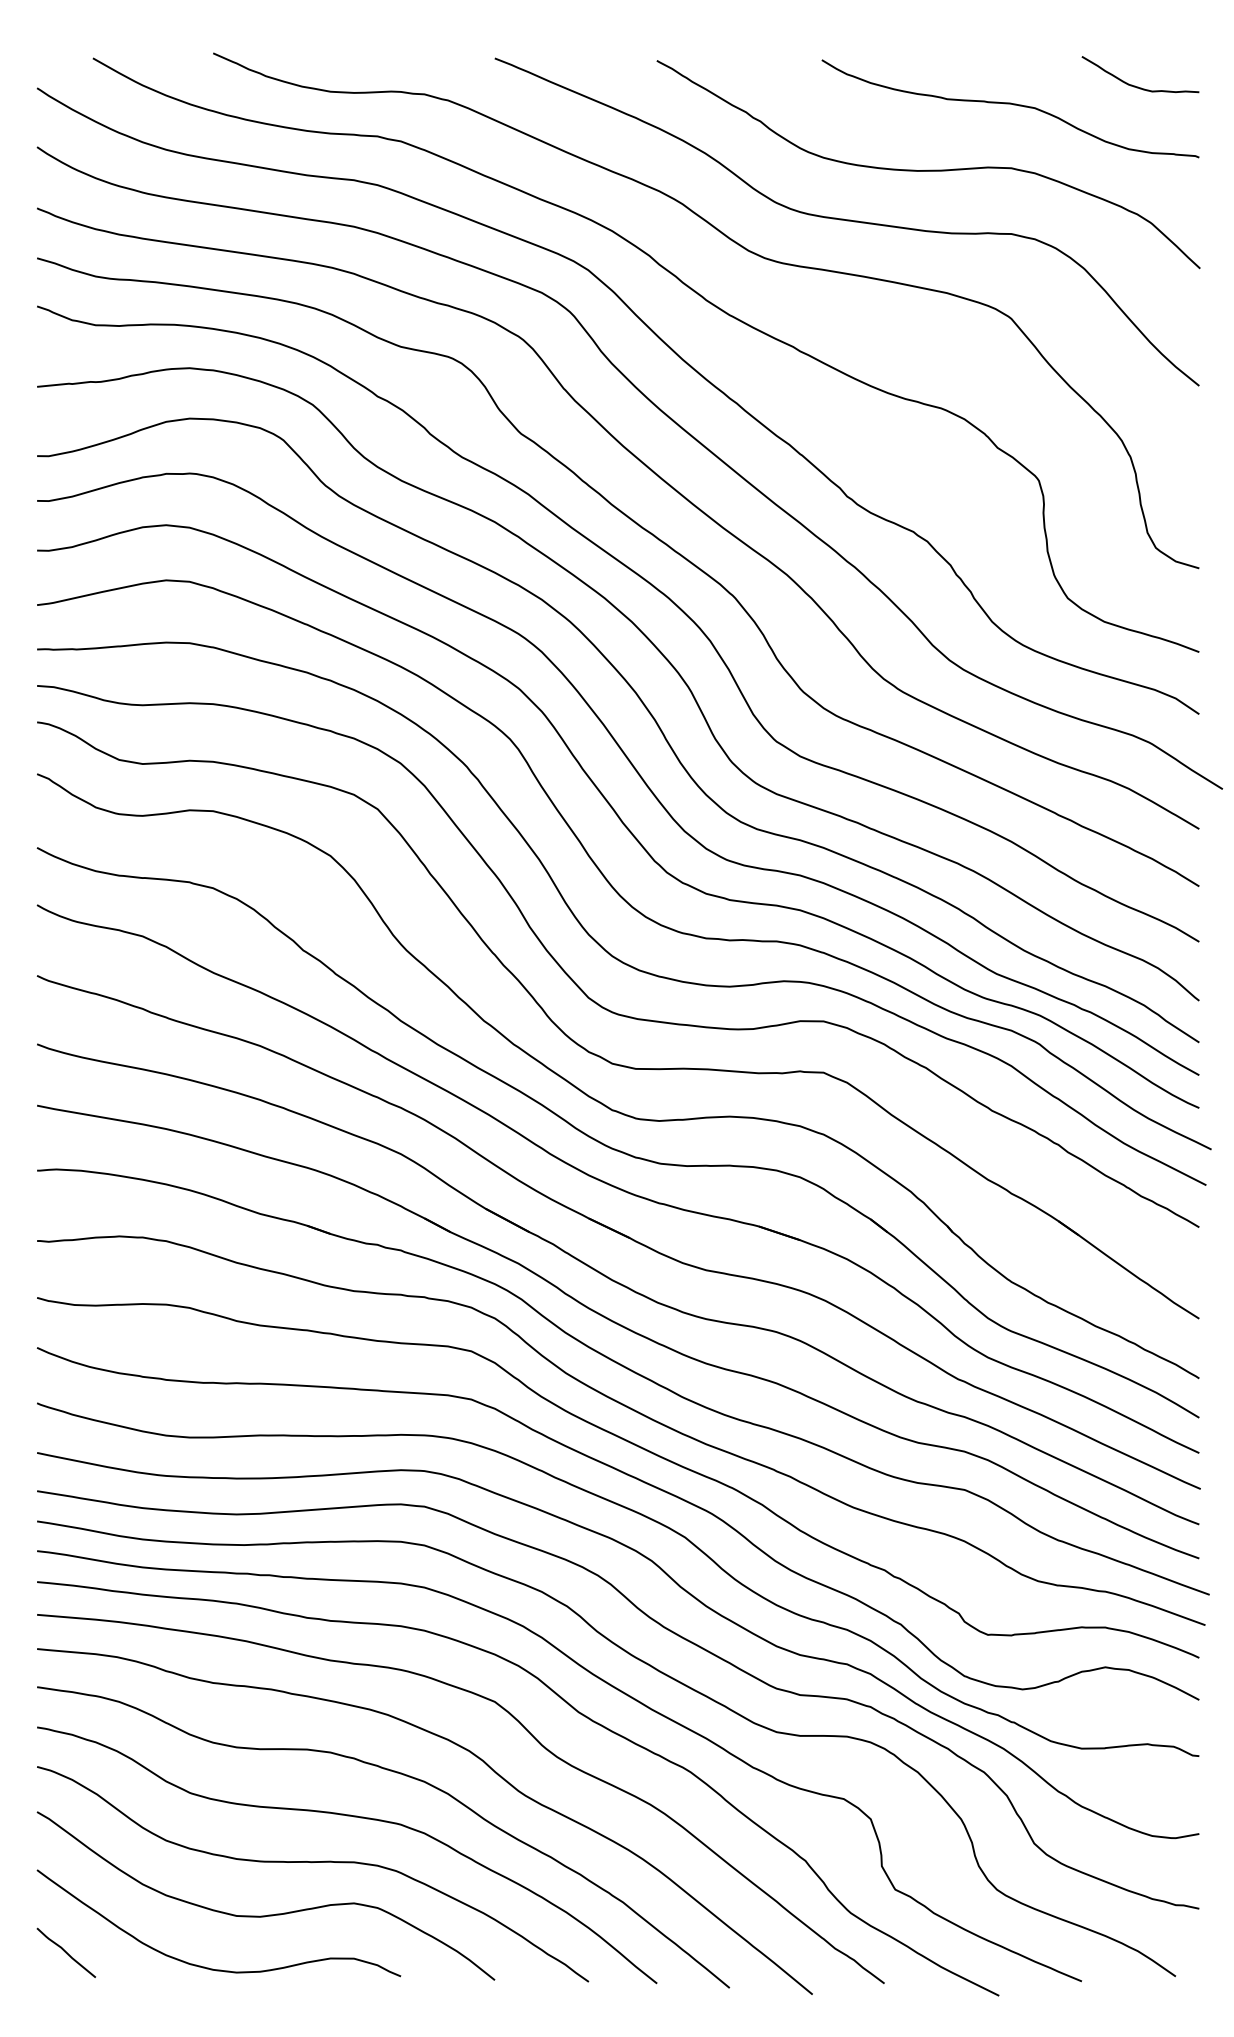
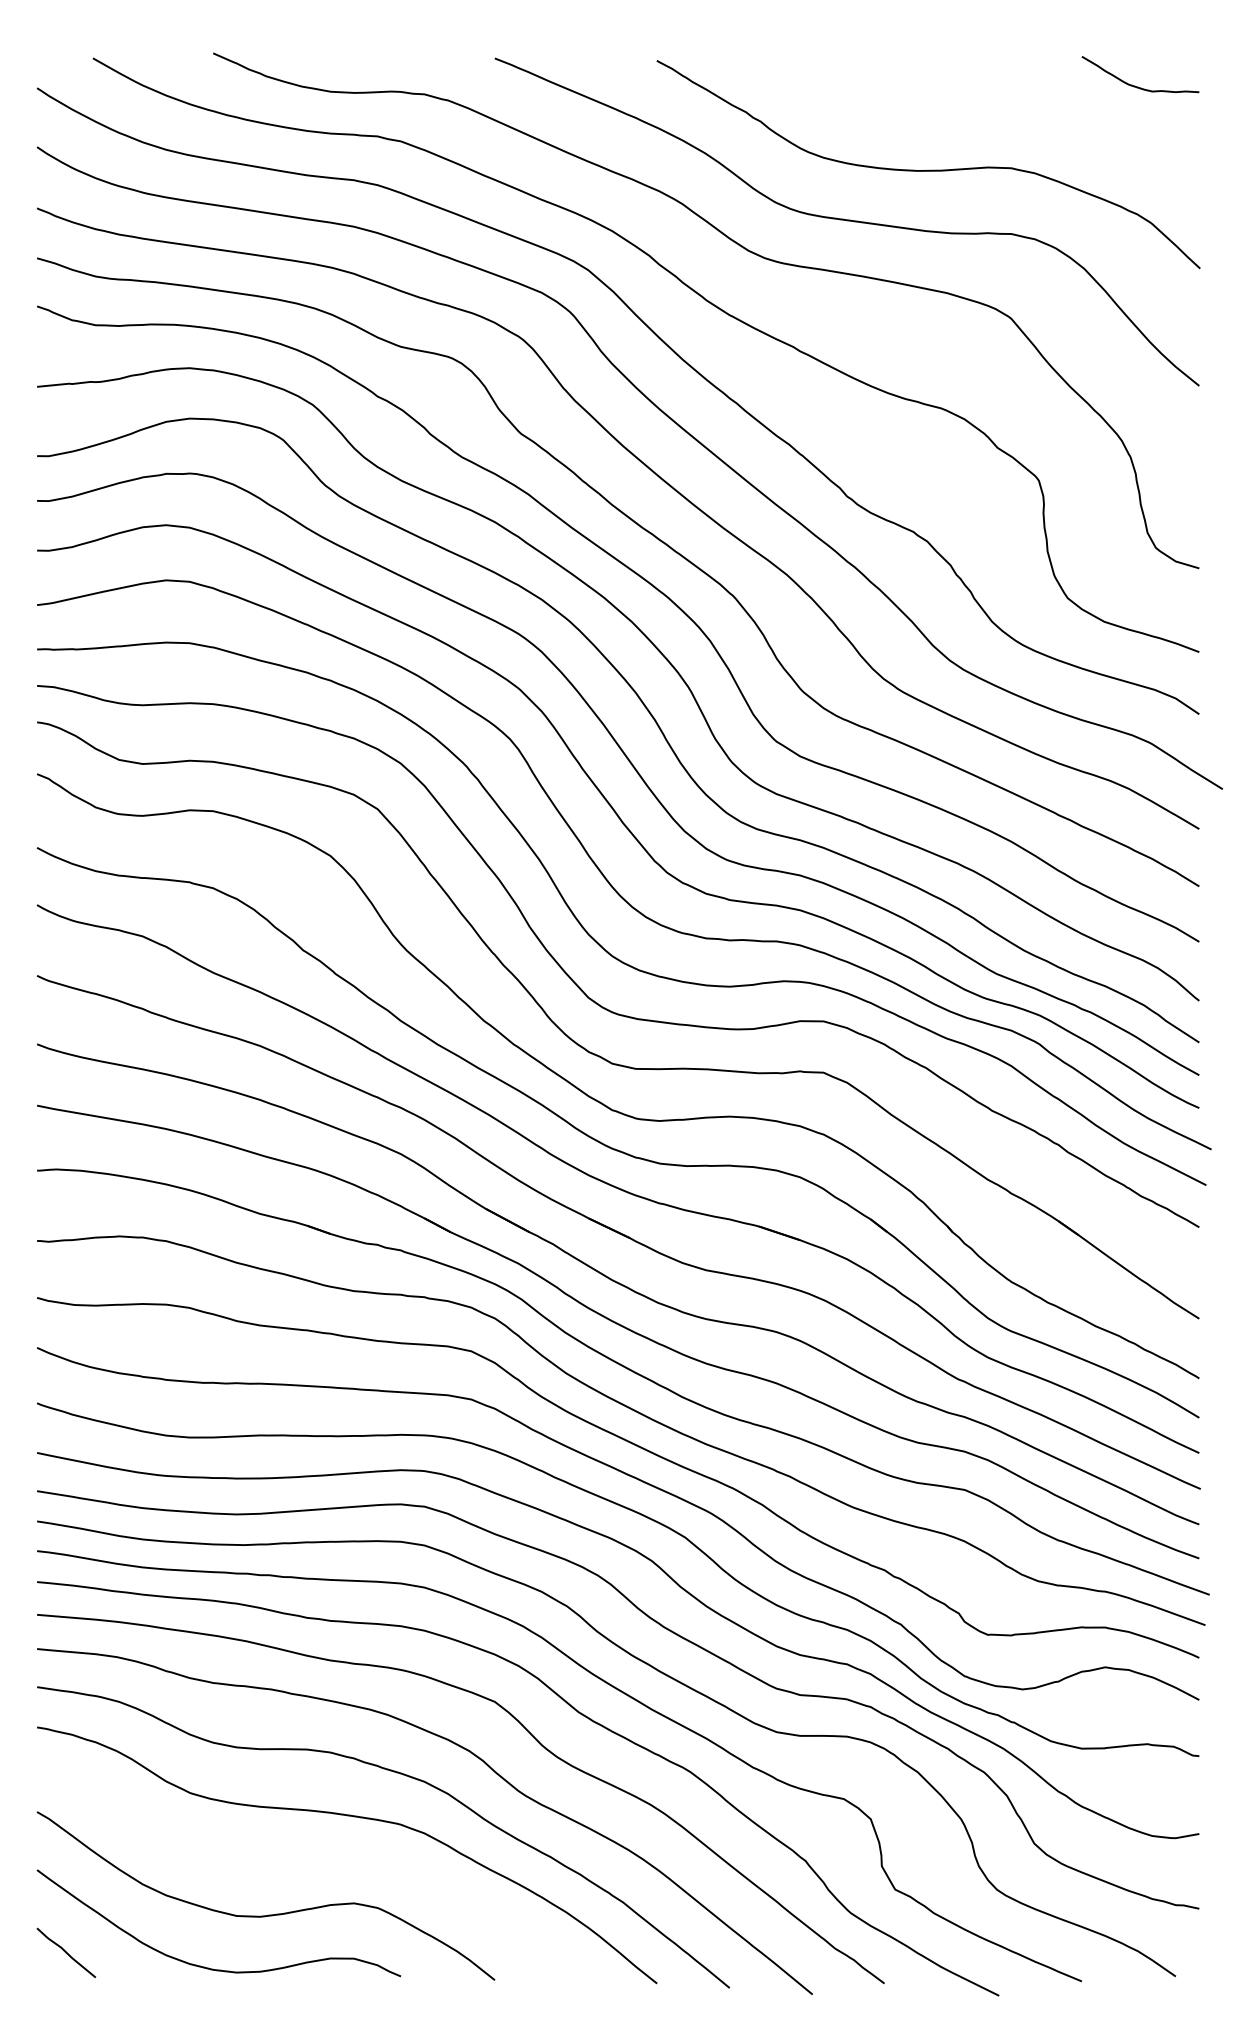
curve at (1010, 104): present -> none
curve at (311, 1863): present -> none
